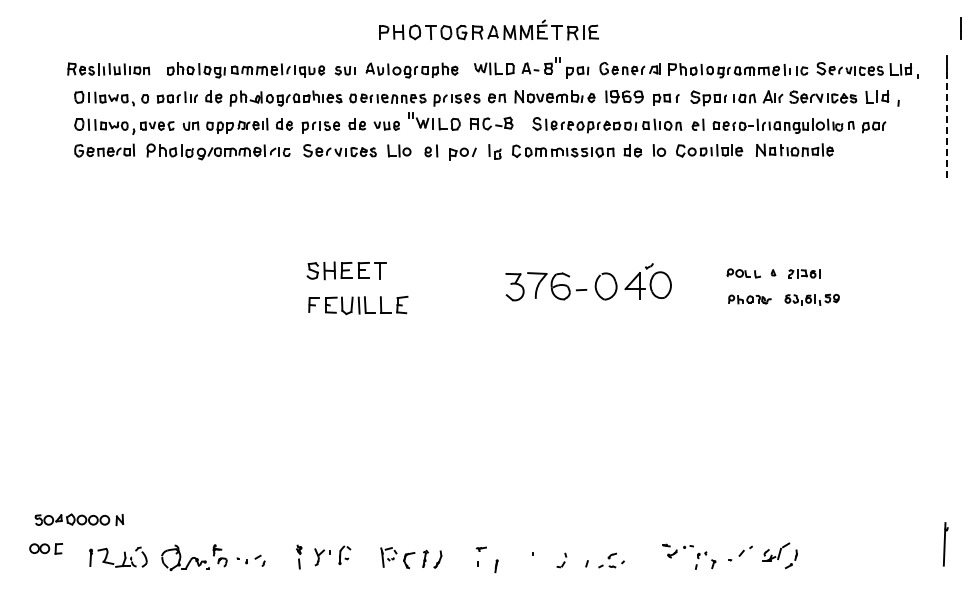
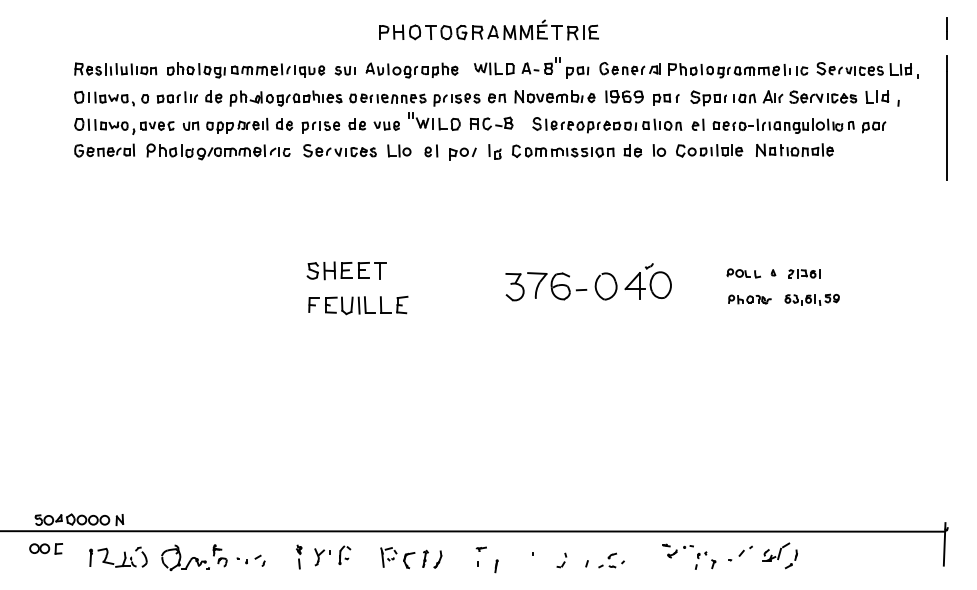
line at (960, 28) position: (960, 28) -> (946, 28)
part at (108, 68) position: (108, 68) -> (115, 68)
line at (946, 126): dashed -> solid
line at (473, 531): none -> present
